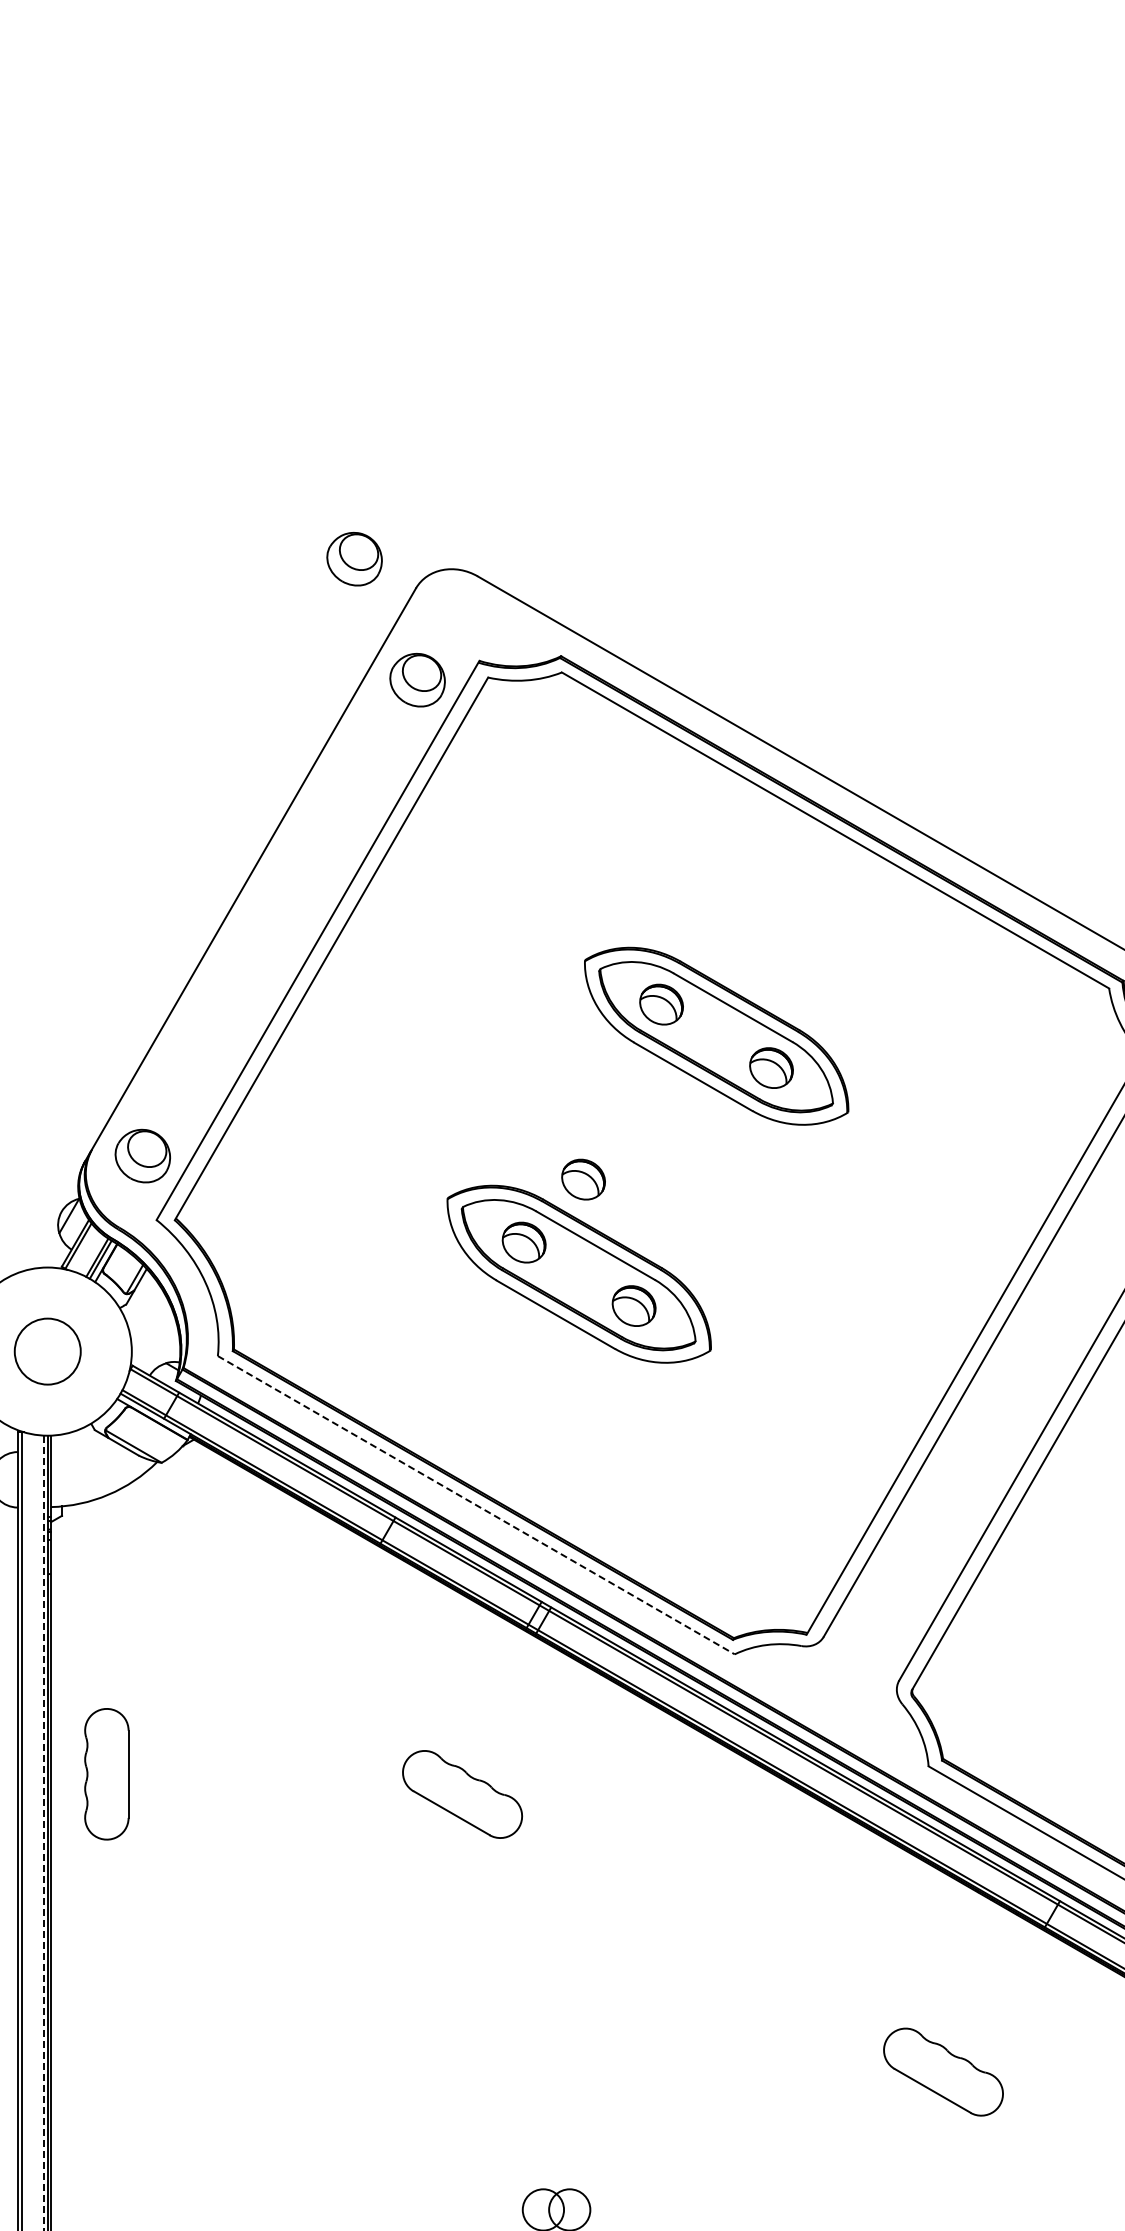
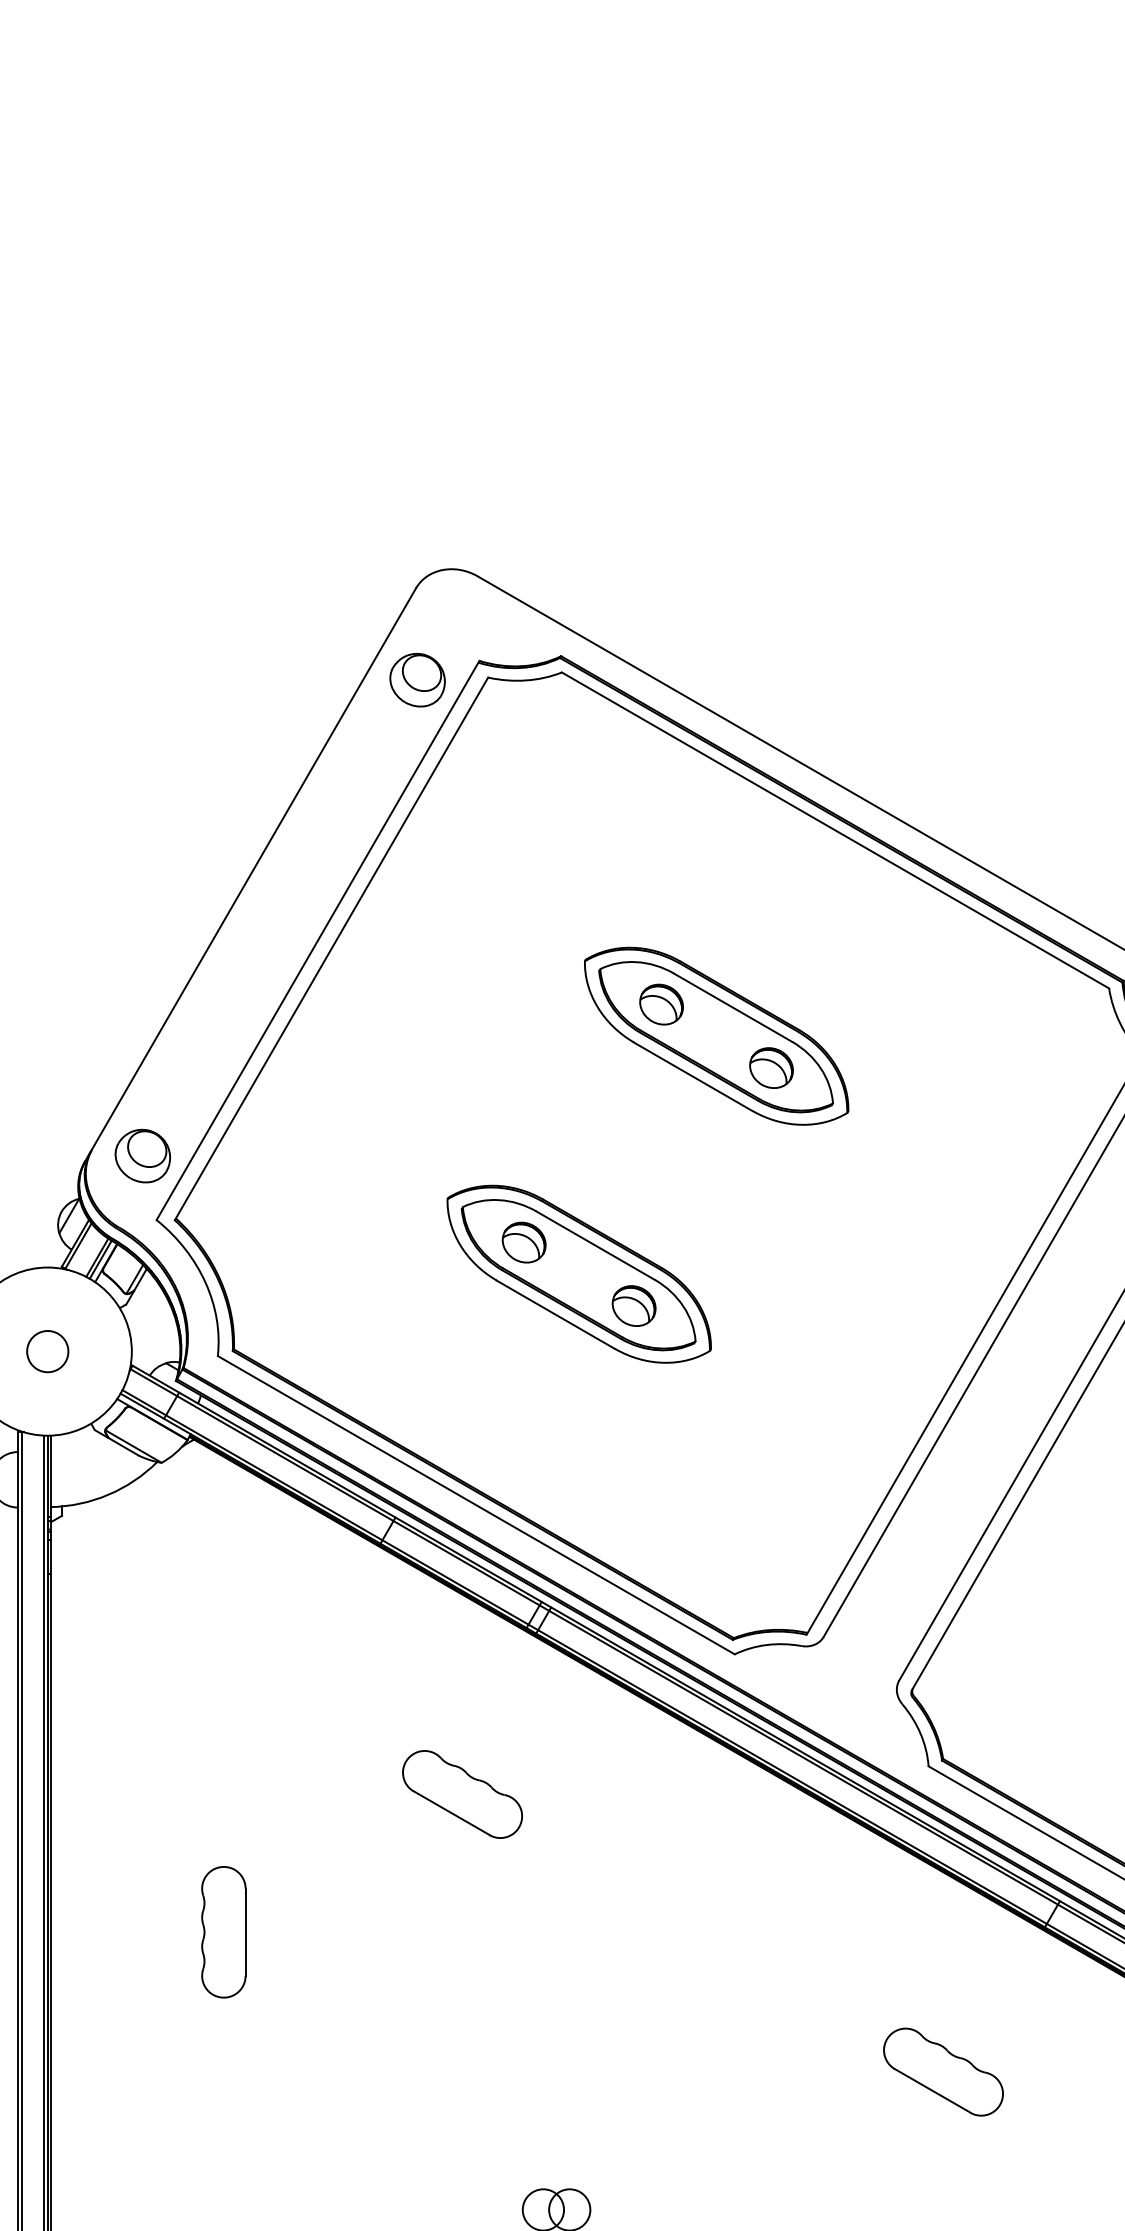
part at (354, 559): present -> none
part at (583, 1179): present -> none
circle at (47, 1351) diameter: 66 px -> 41 px
line at (476, 1505): dashed -> solid
part at (106, 1774) position: (106, 1774) -> (223, 1932)
line at (43, 1833): dashed -> solid
